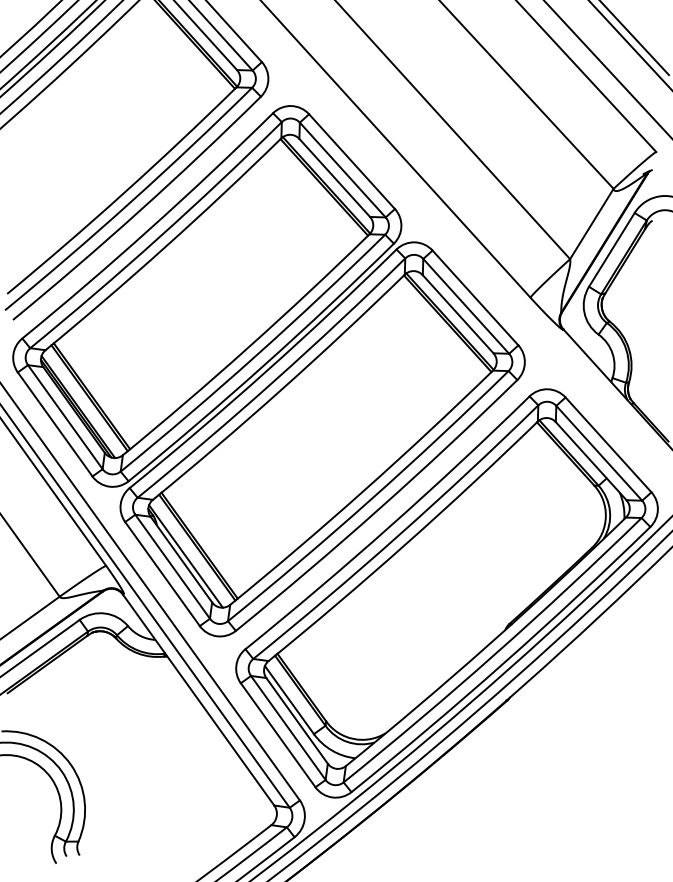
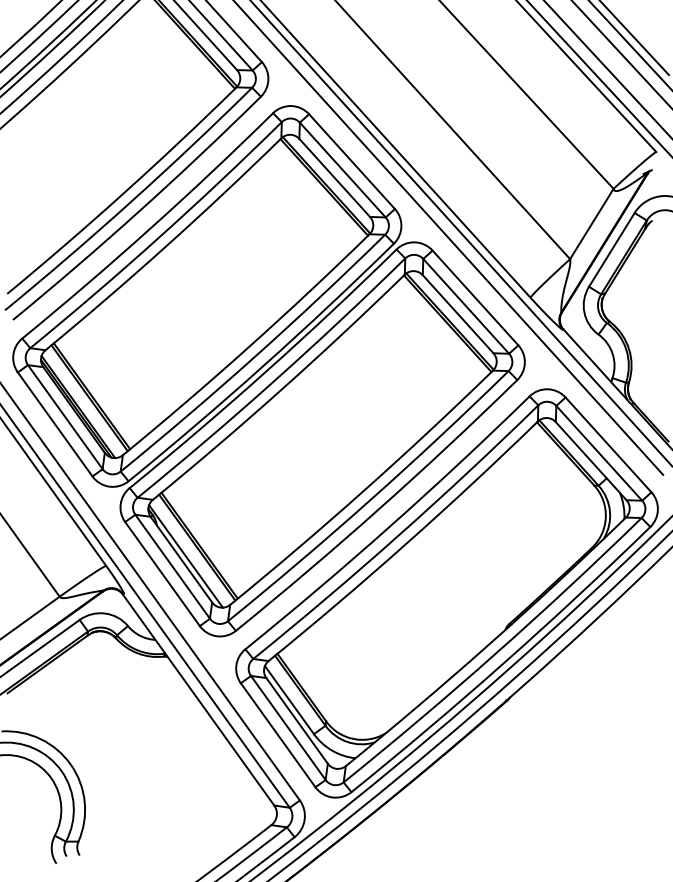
line at (621, 54): none -> present
line at (598, 78): none -> present
line at (460, 232): none -> present
line at (449, 238): none -> present
